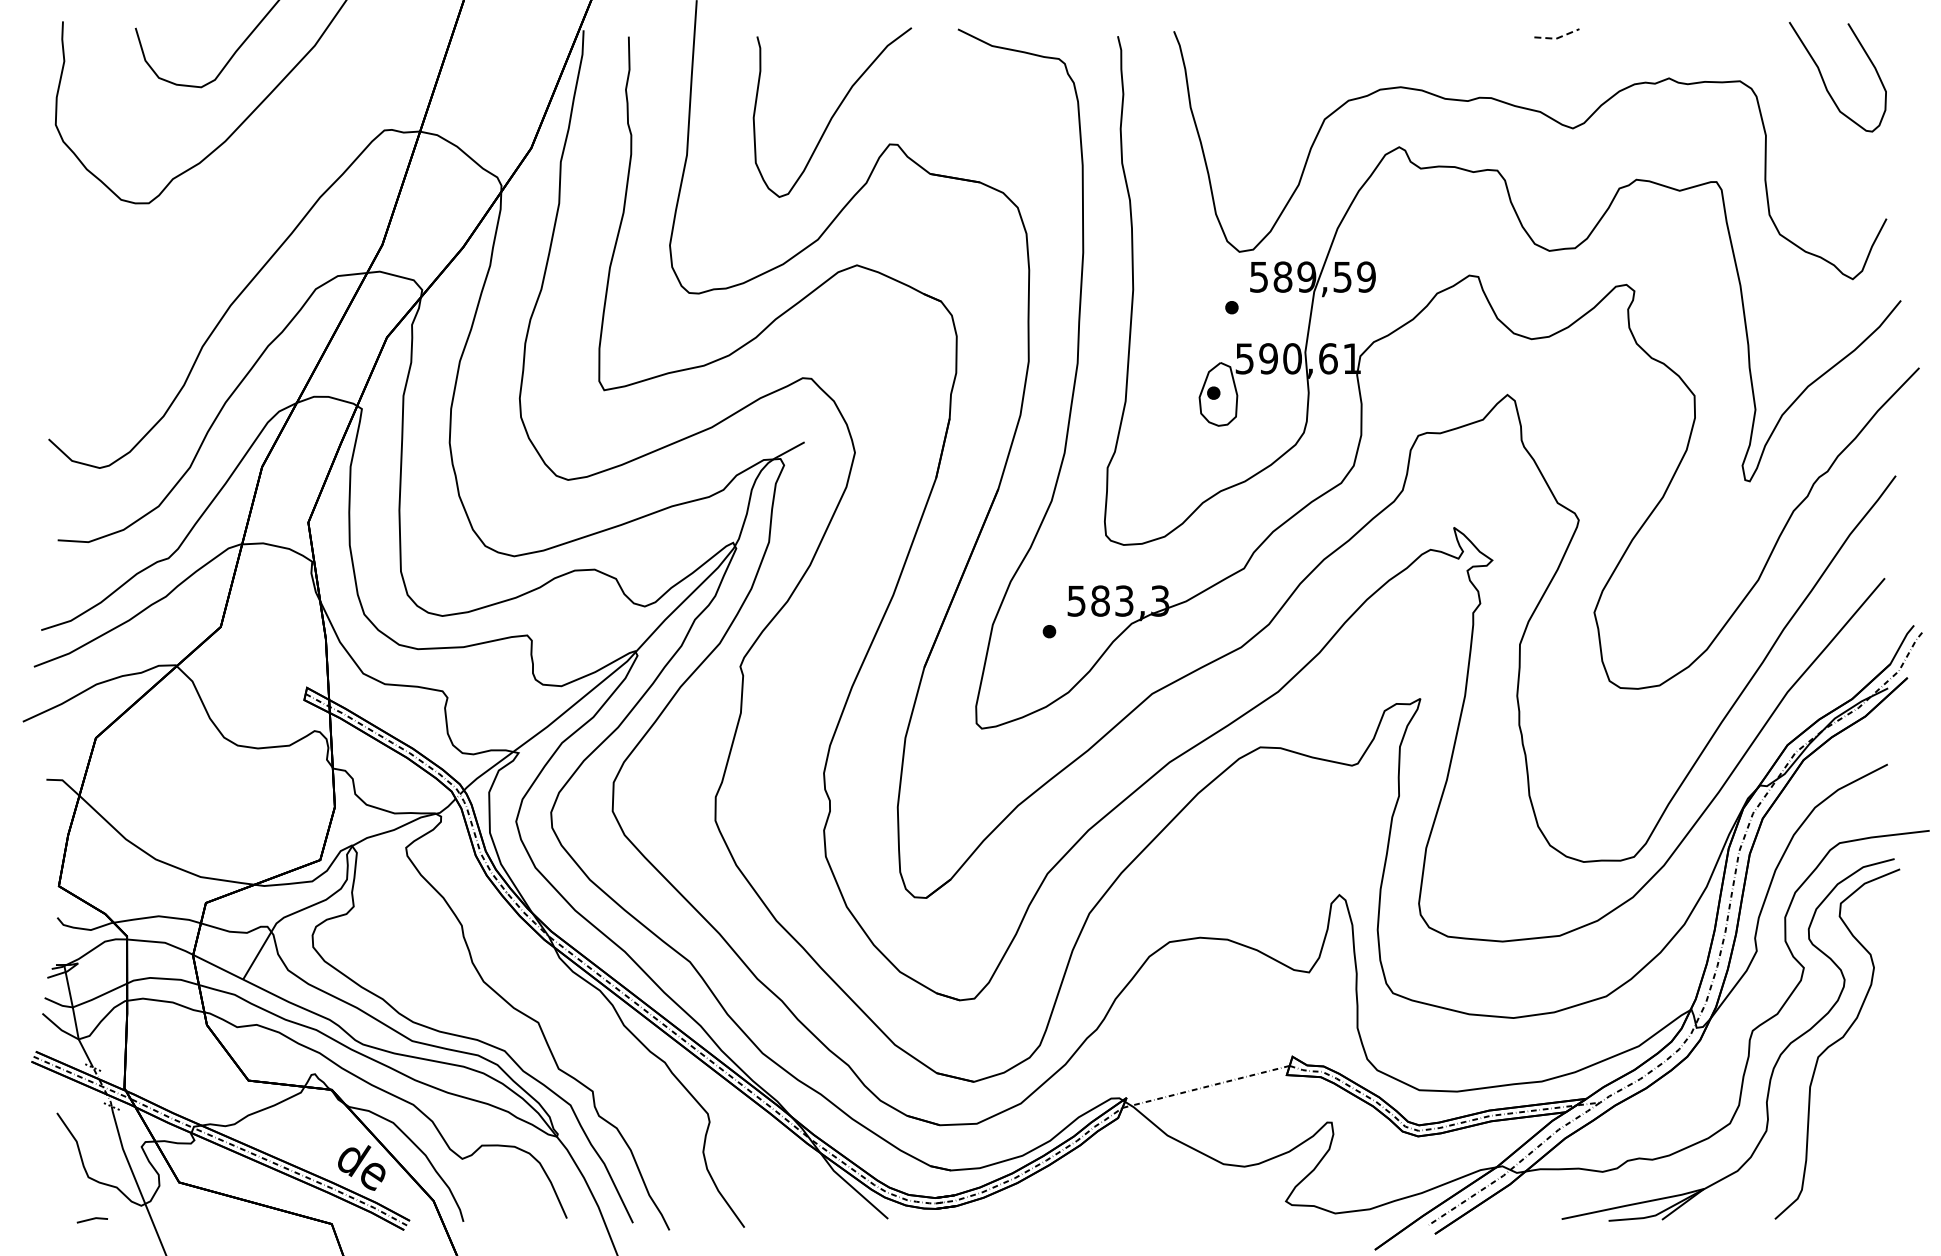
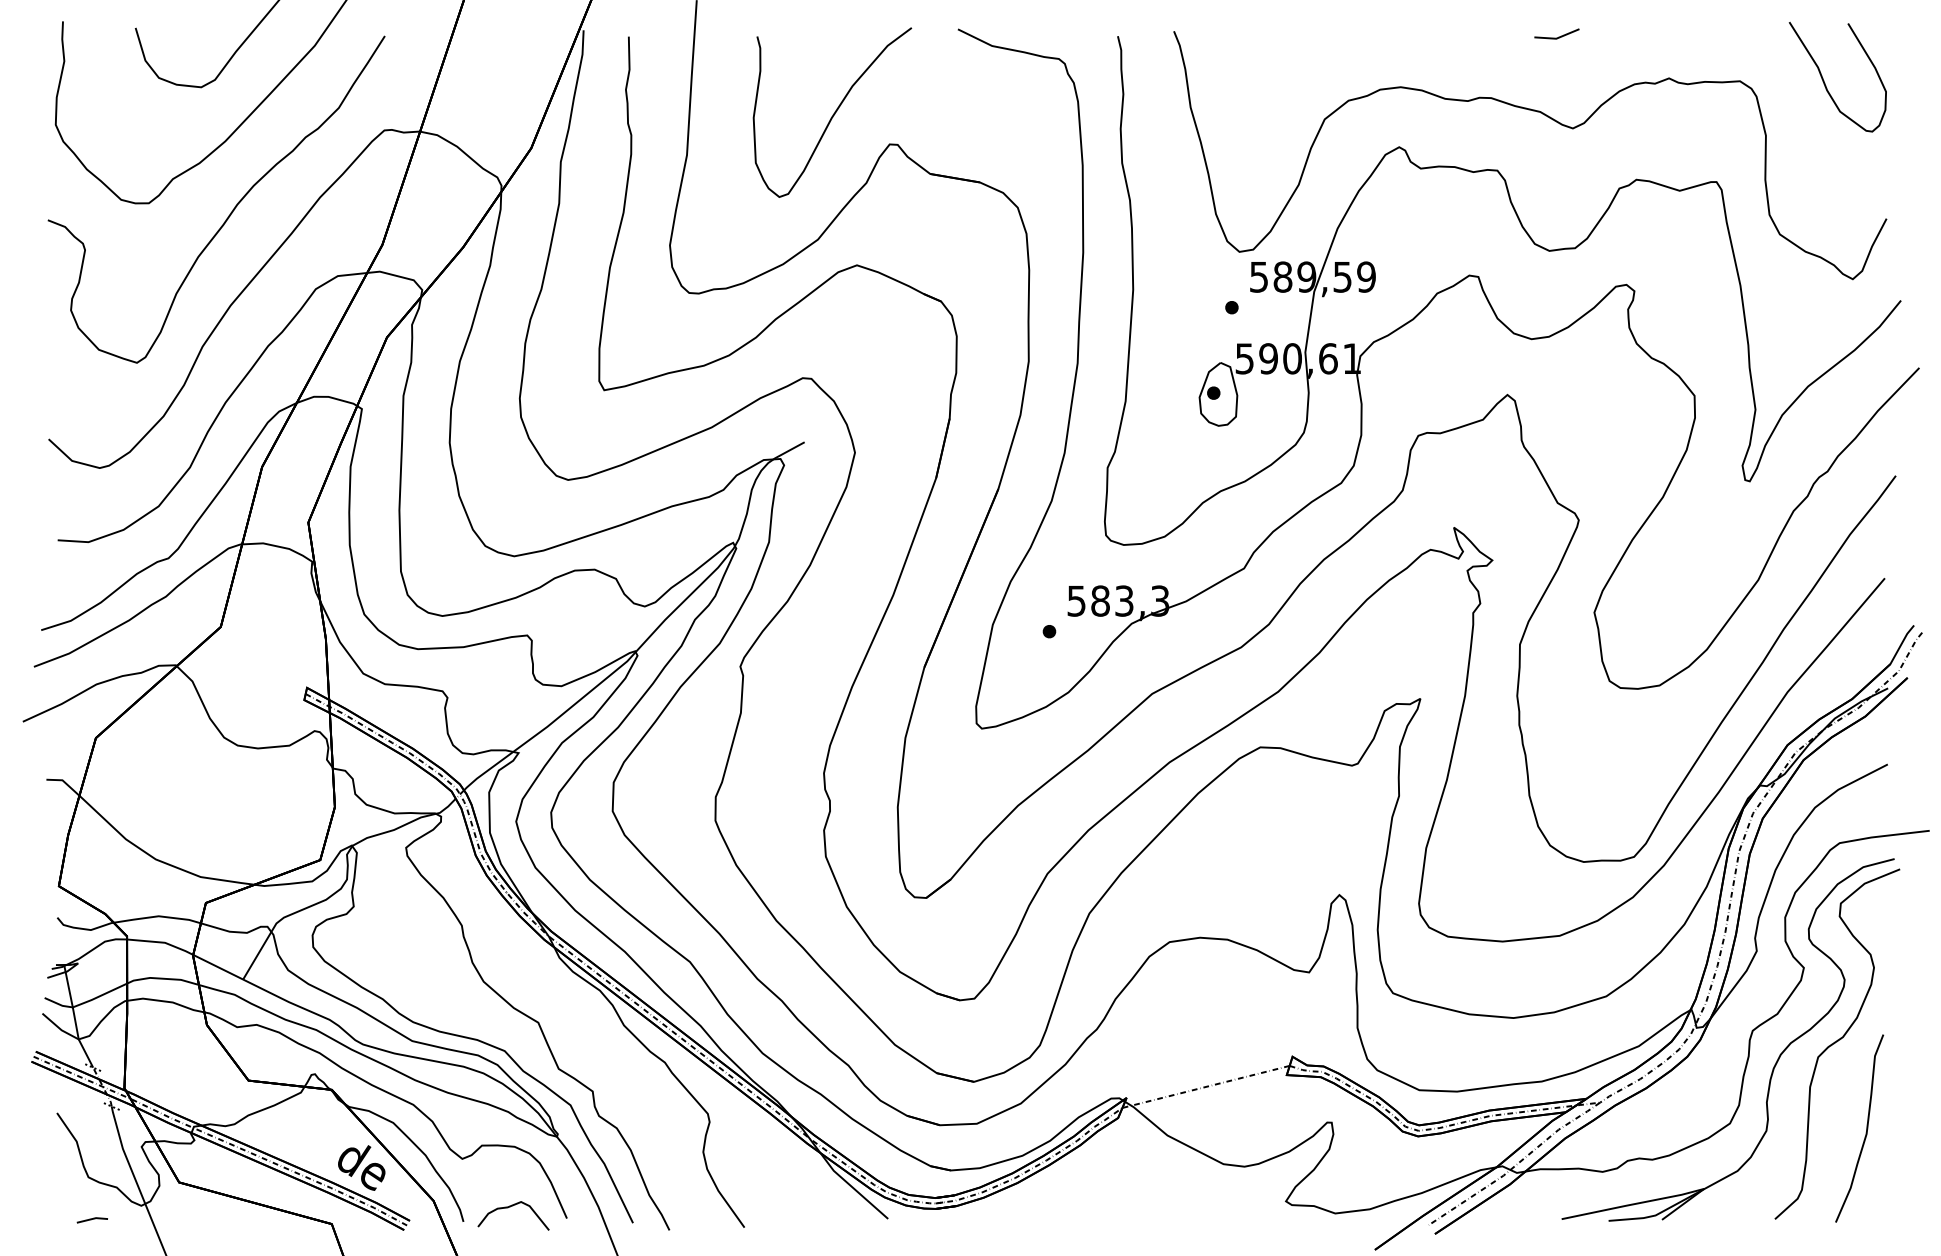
line at (1558, 38): dashed -> solid
curve at (232, 209): none -> present
curve at (1866, 1128): none -> present
curve at (510, 1207): none -> present
